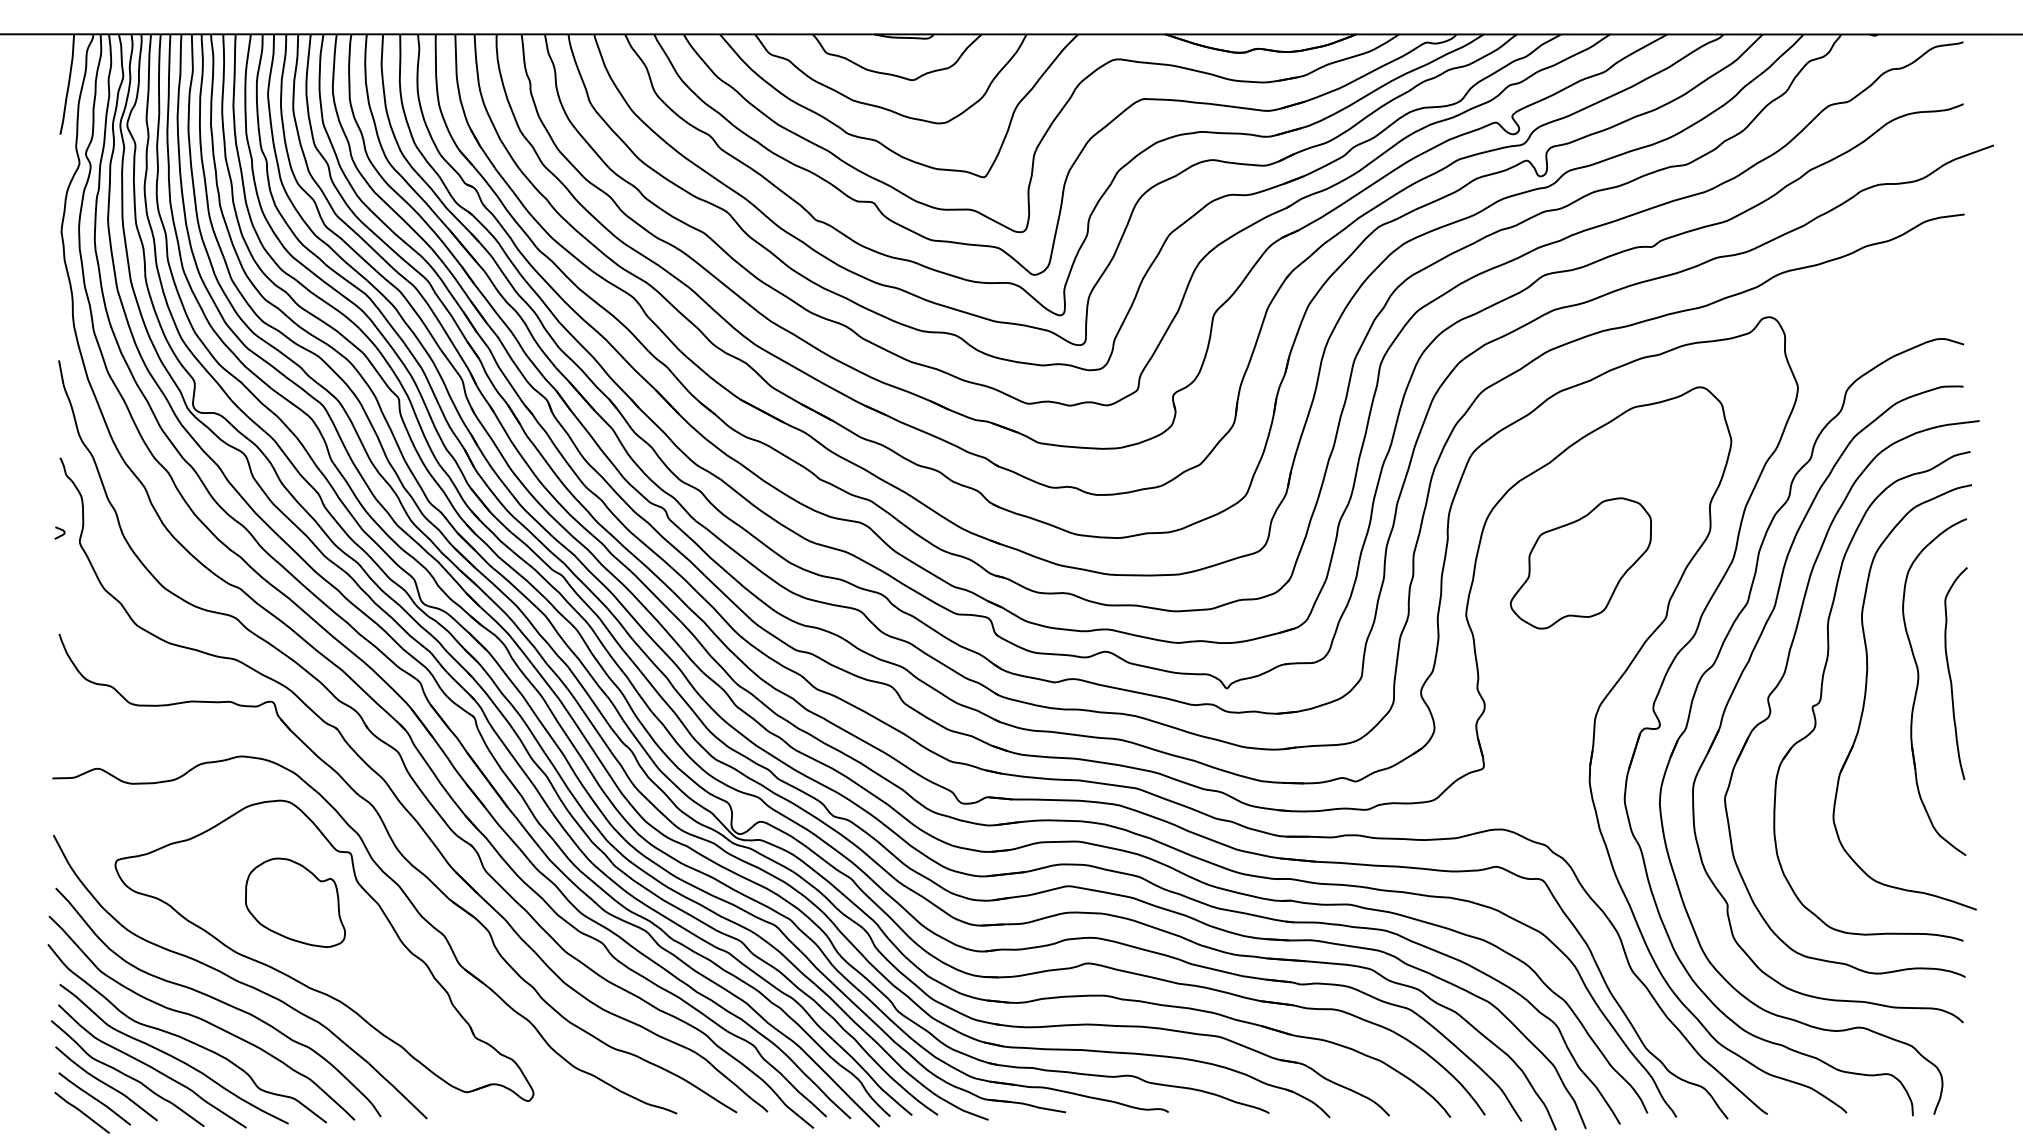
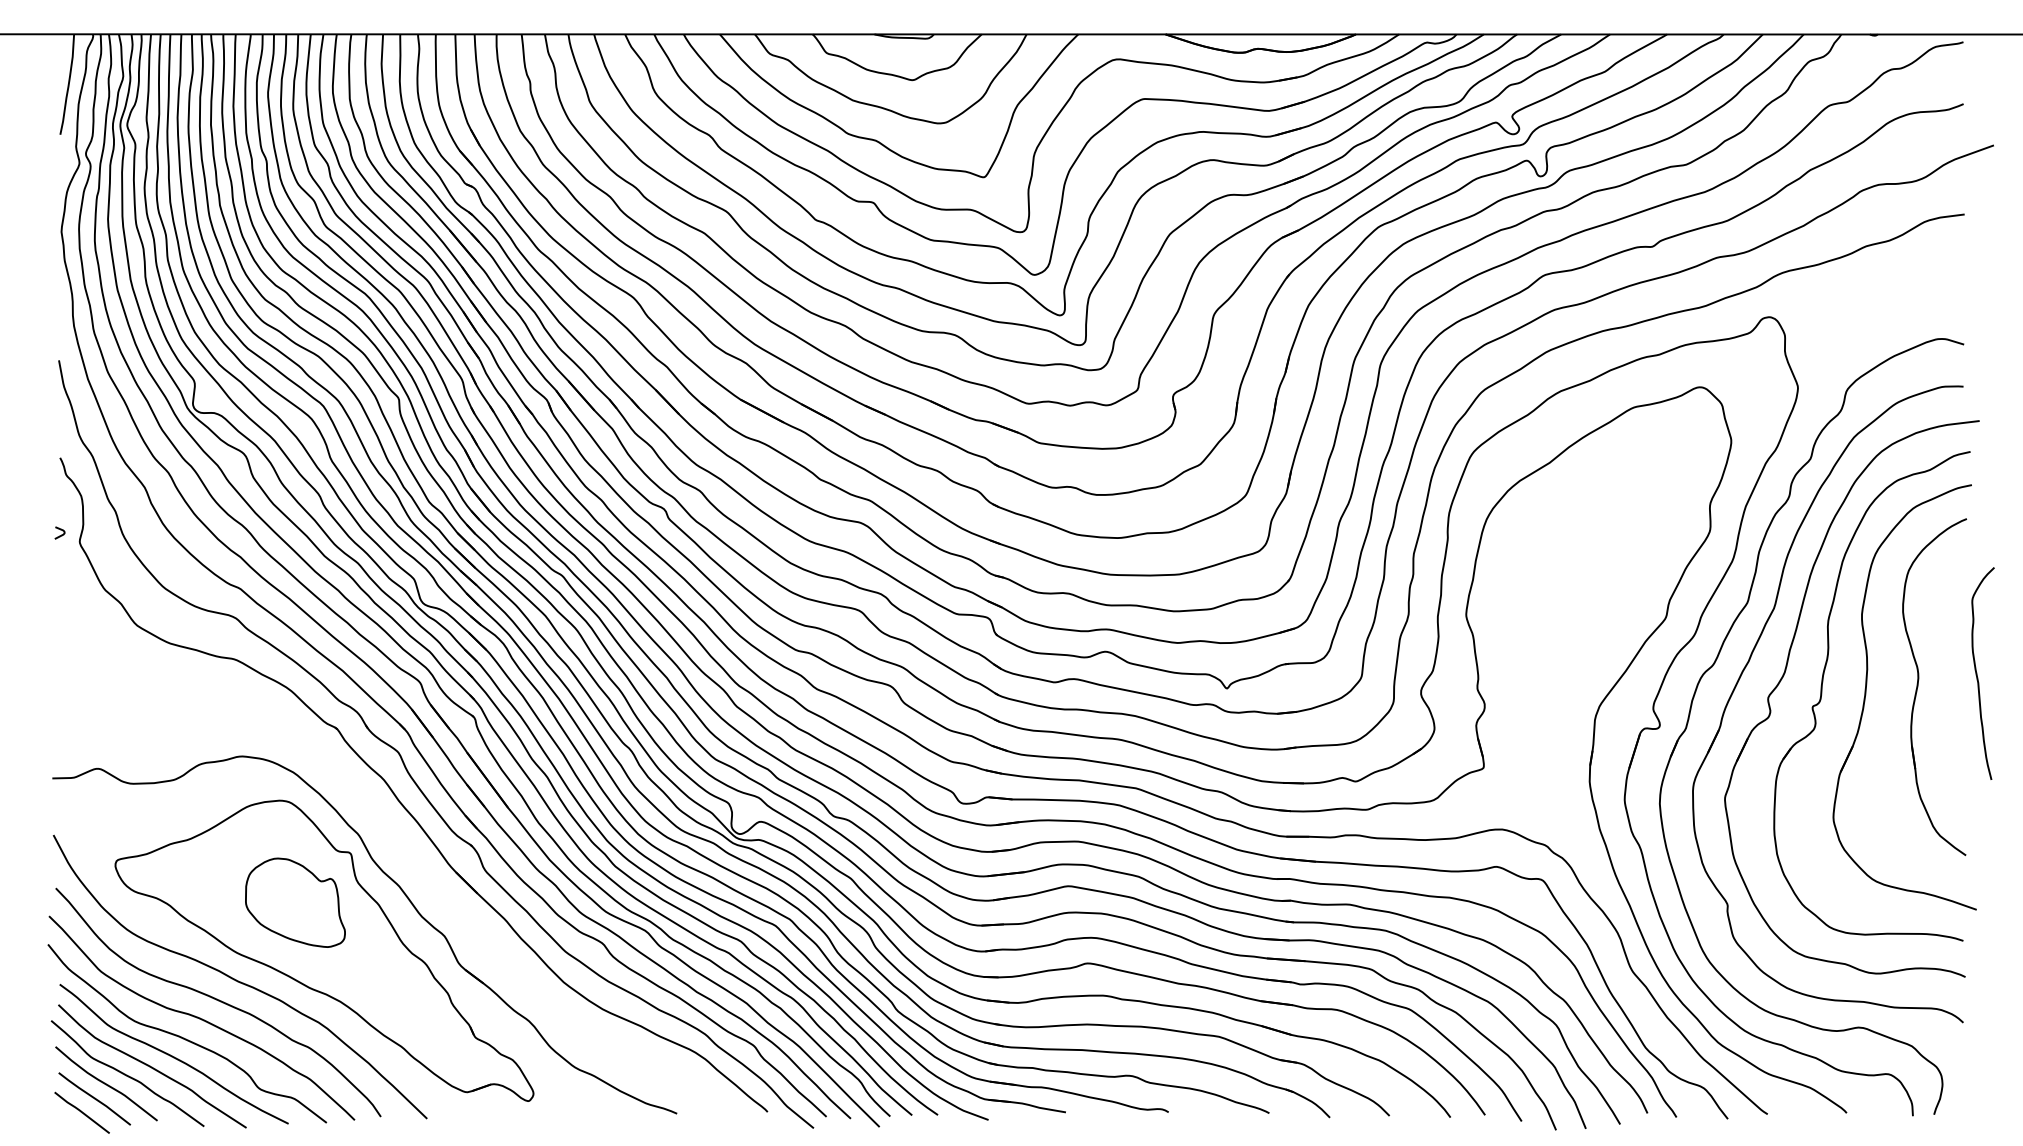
part at (1580, 563): present -> none
curve at (1950, 673) position: (1950, 673) -> (1977, 673)
part at (407, 862): present -> none
